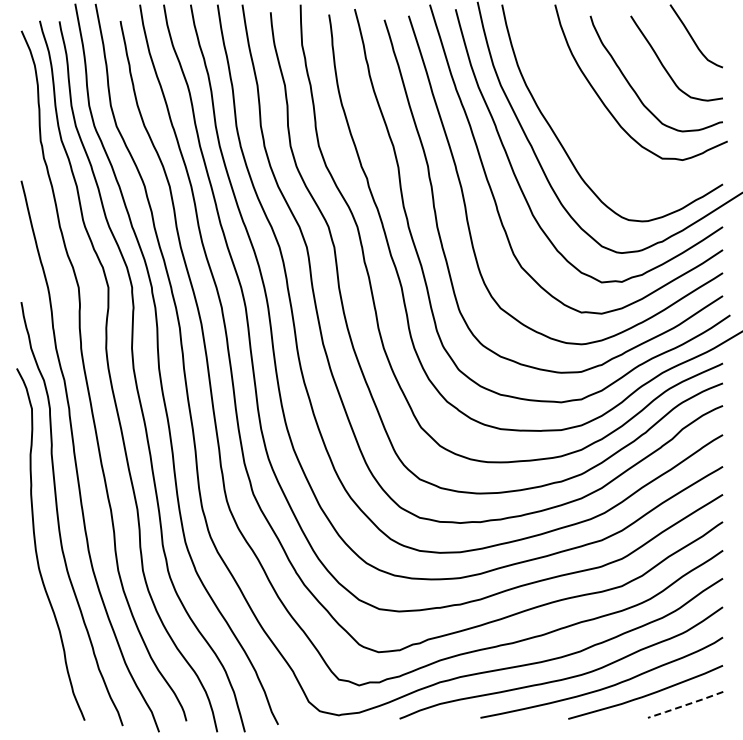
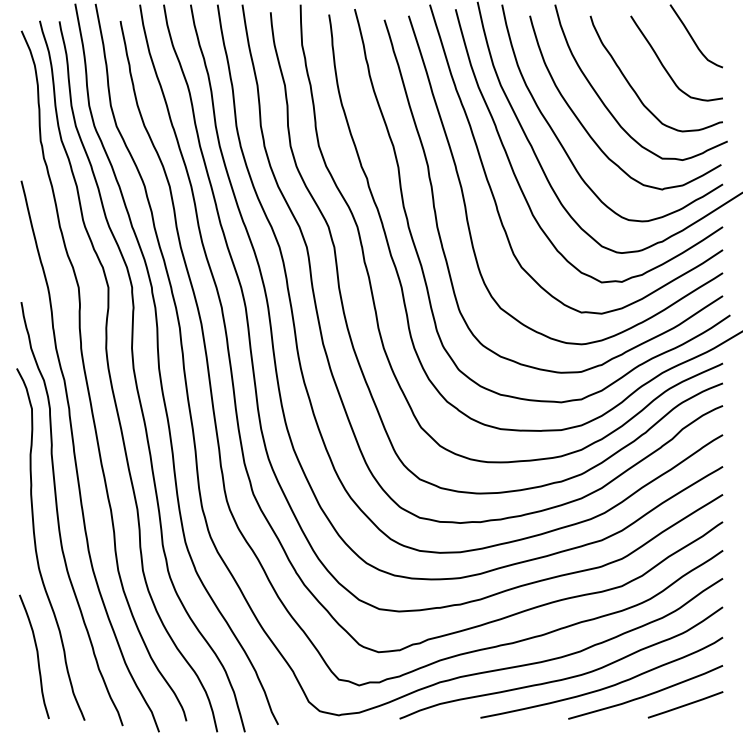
curve at (587, 130): none -> present
curve at (36, 654): none -> present
line at (685, 705): dashed -> solid
